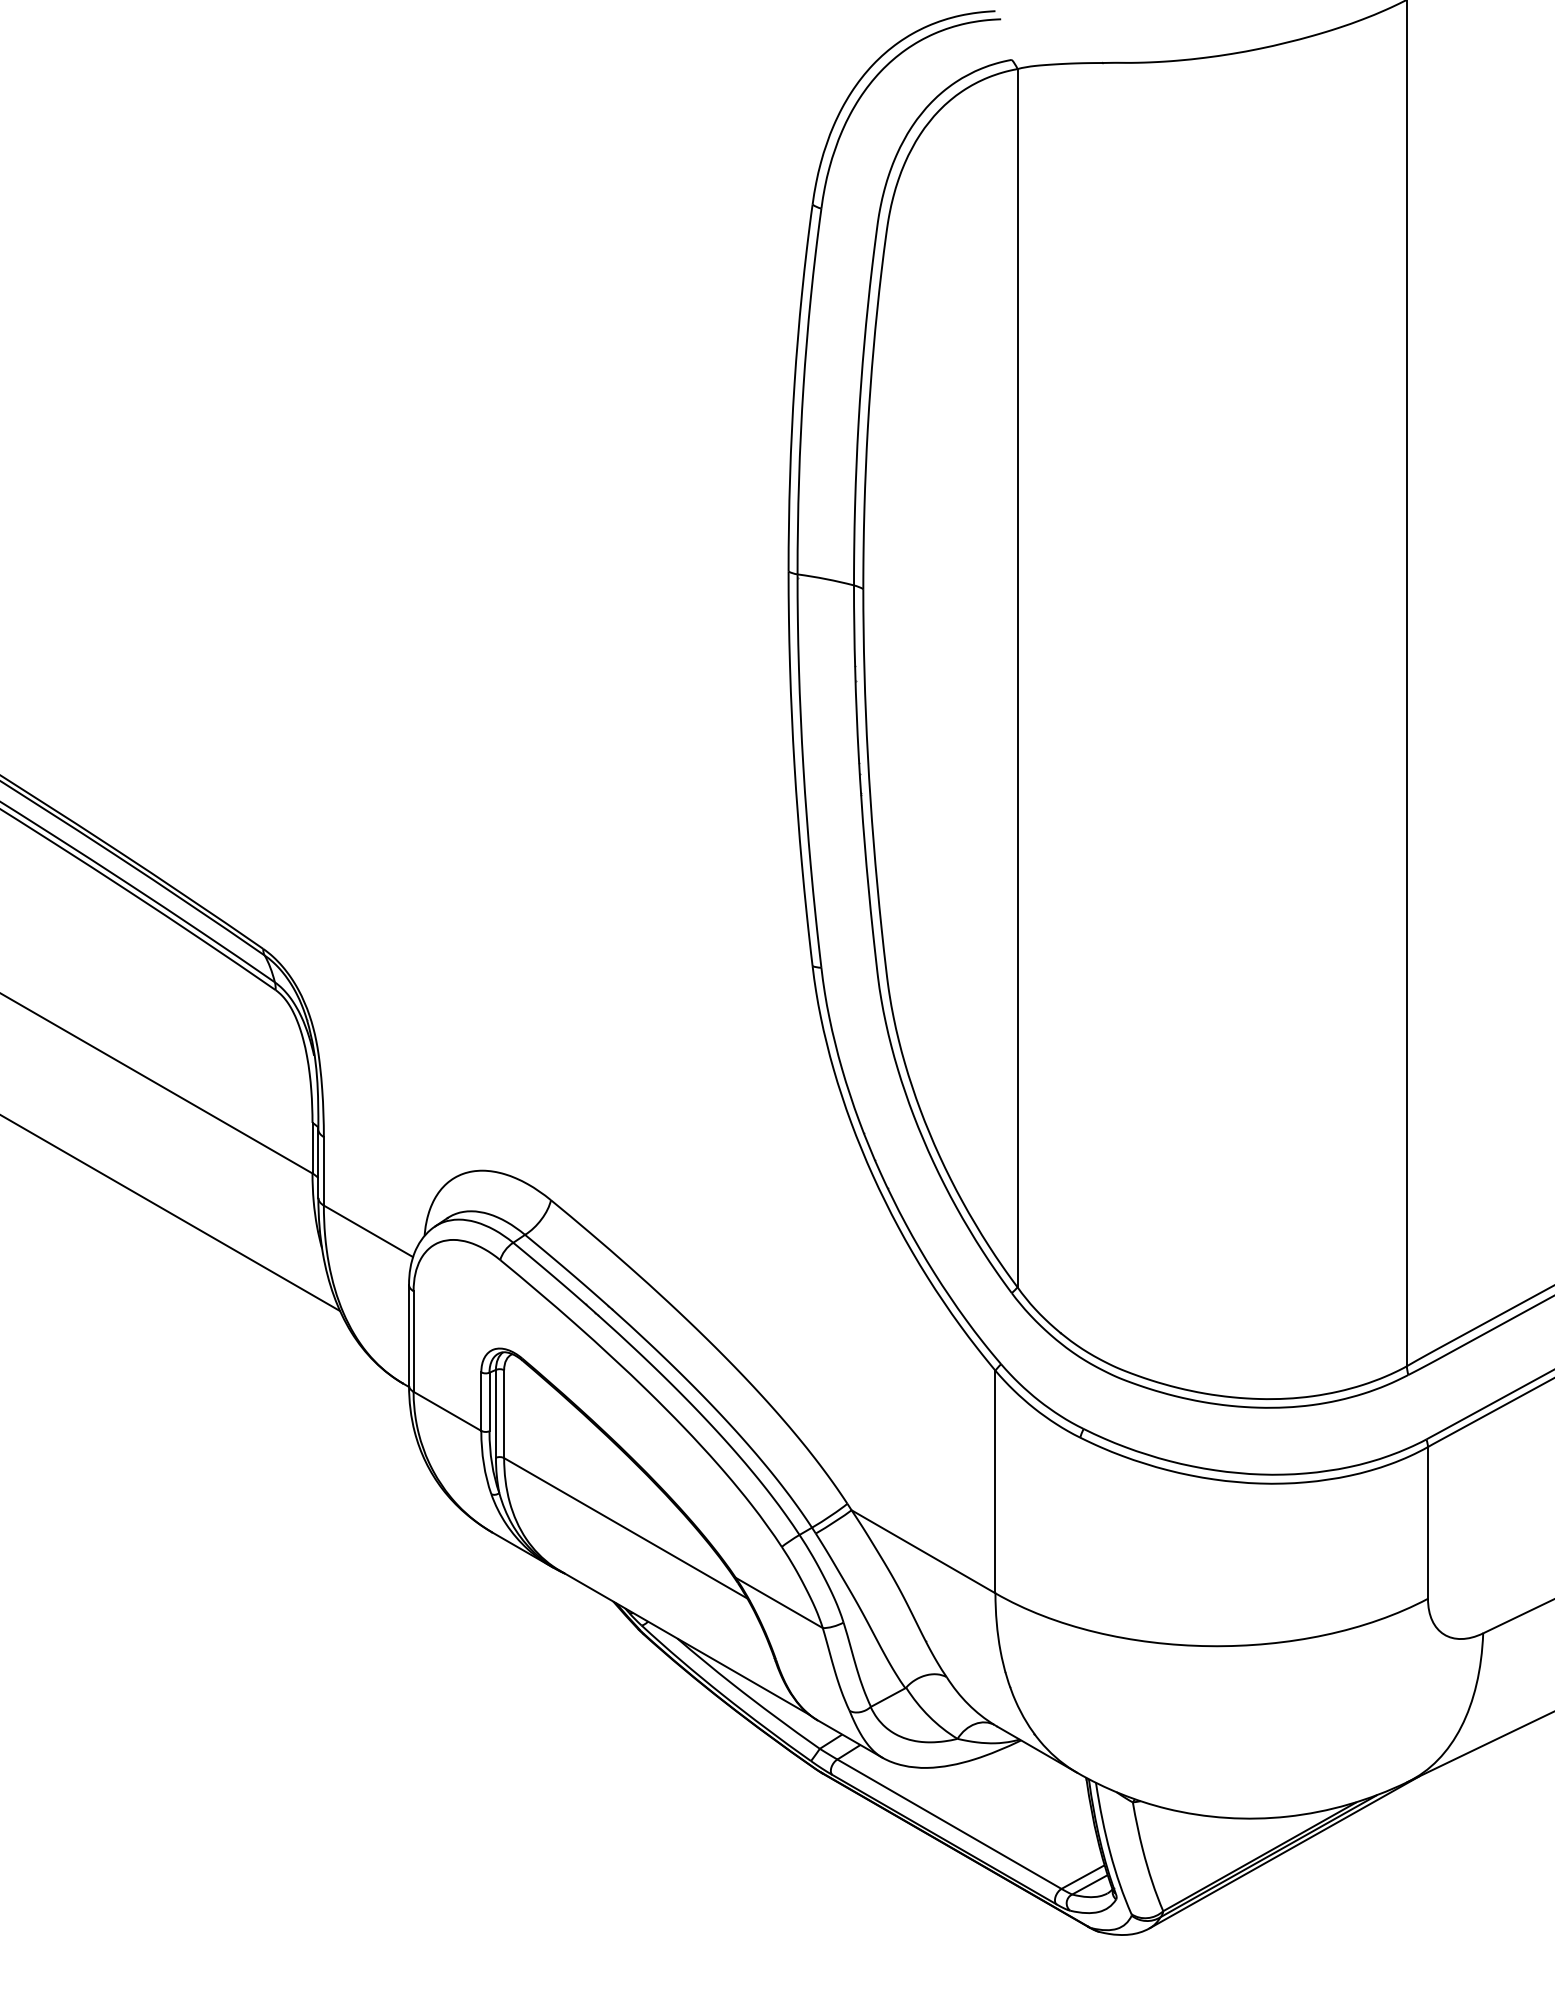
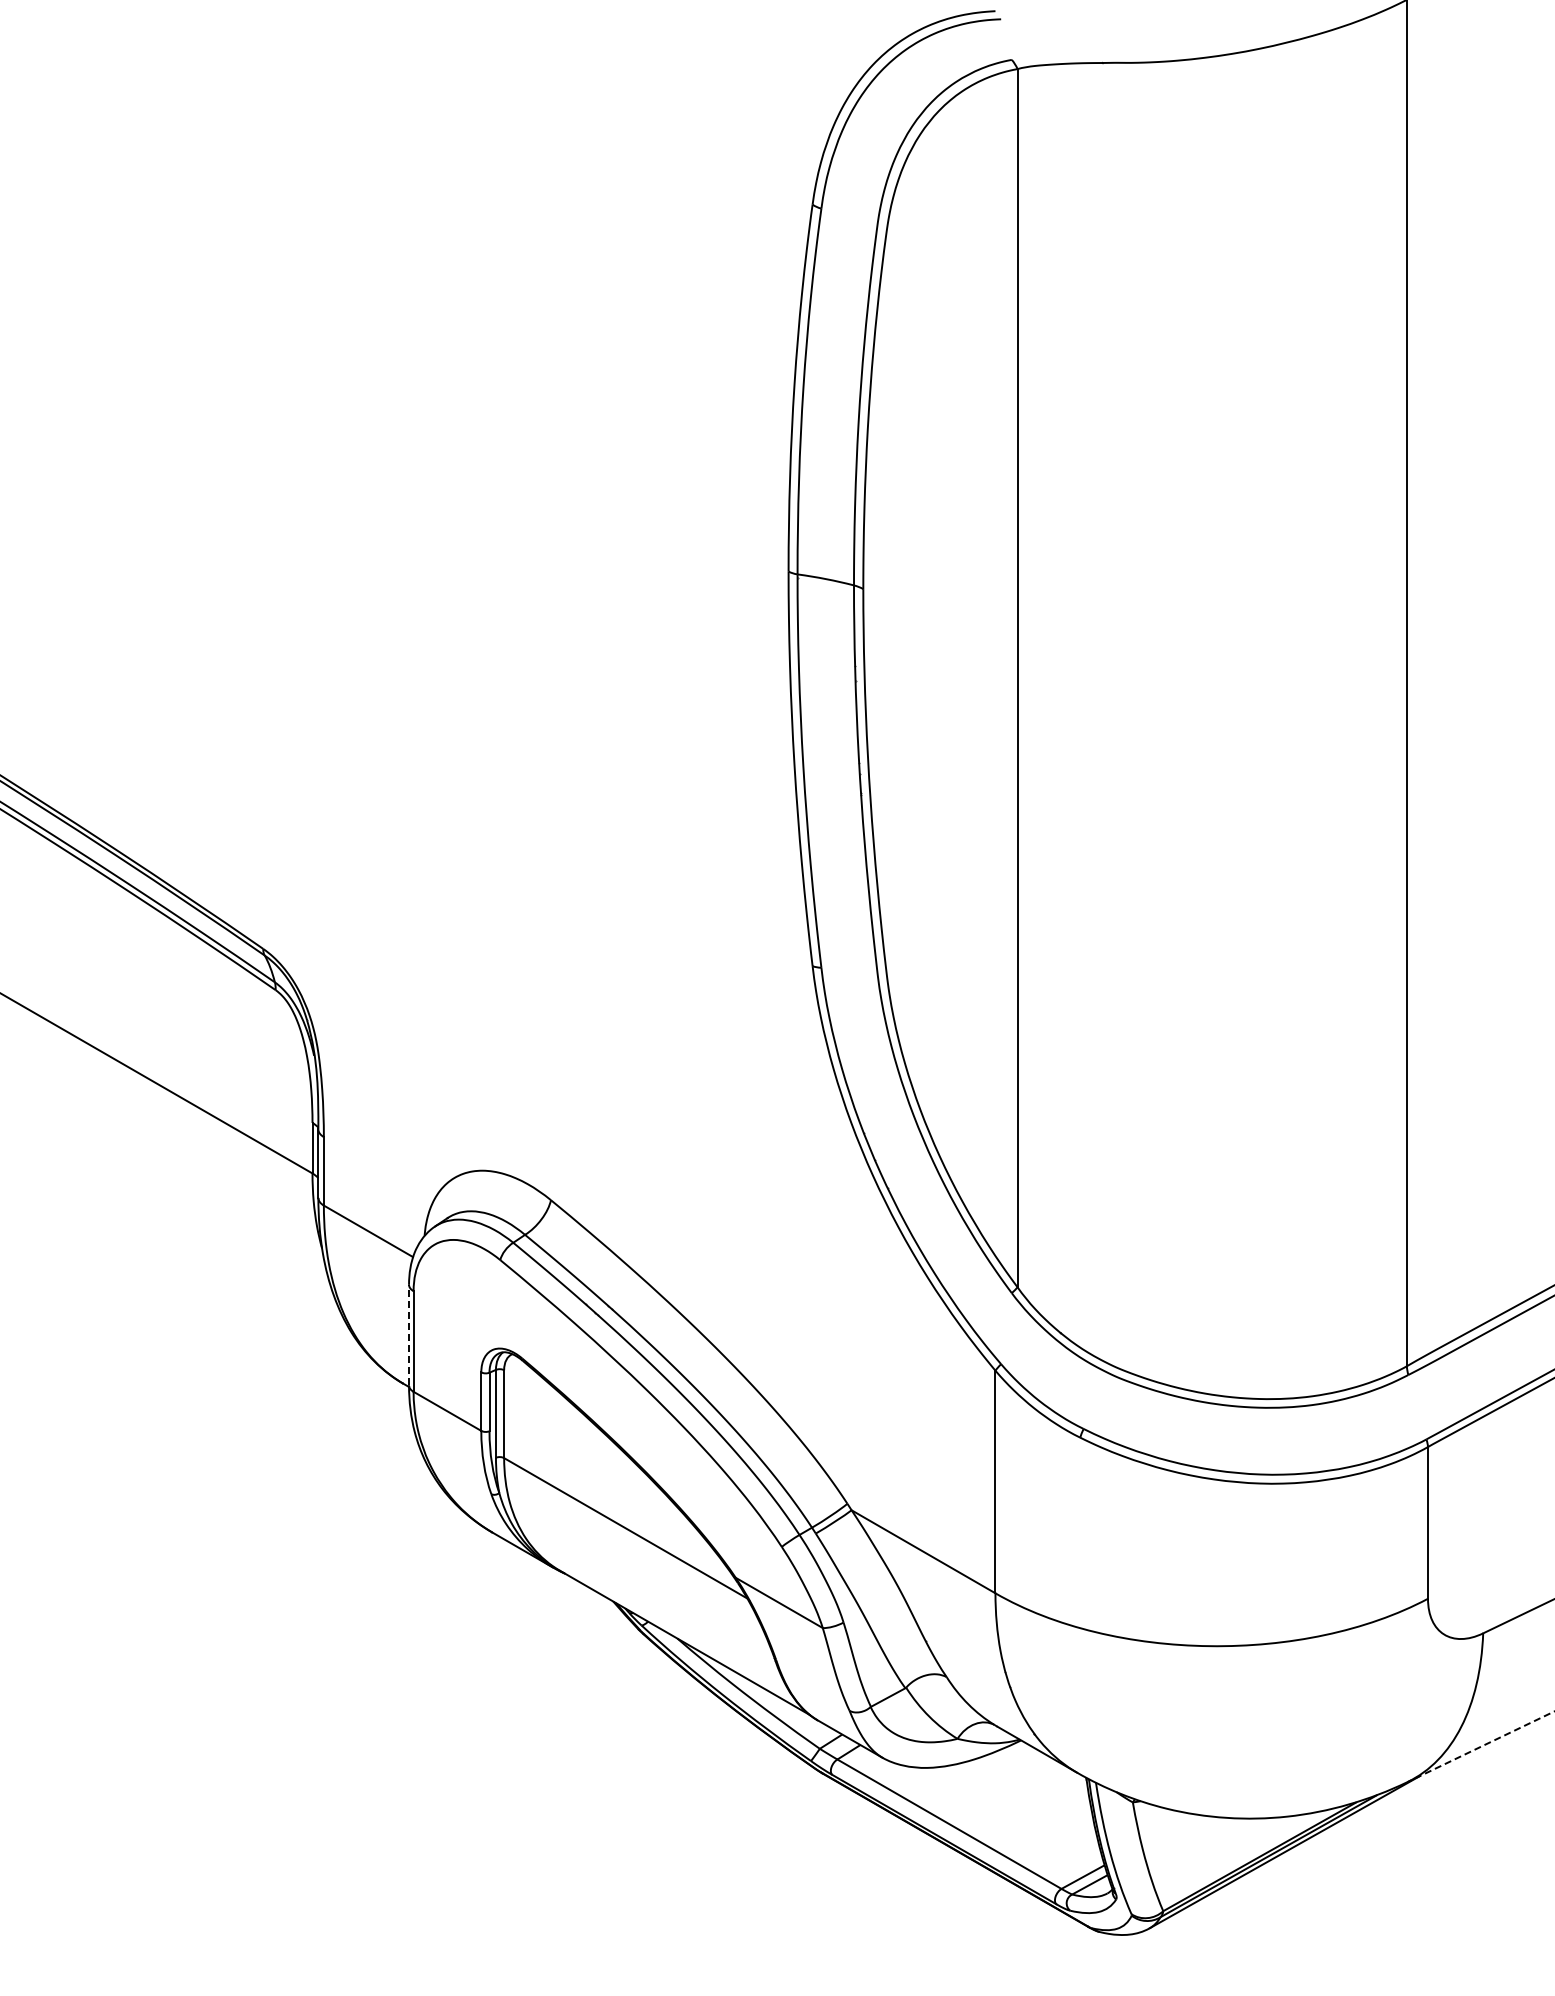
line at (171, 1213): present -> none
line at (409, 1334): solid -> dashed
line at (1480, 1747): solid -> dashed
